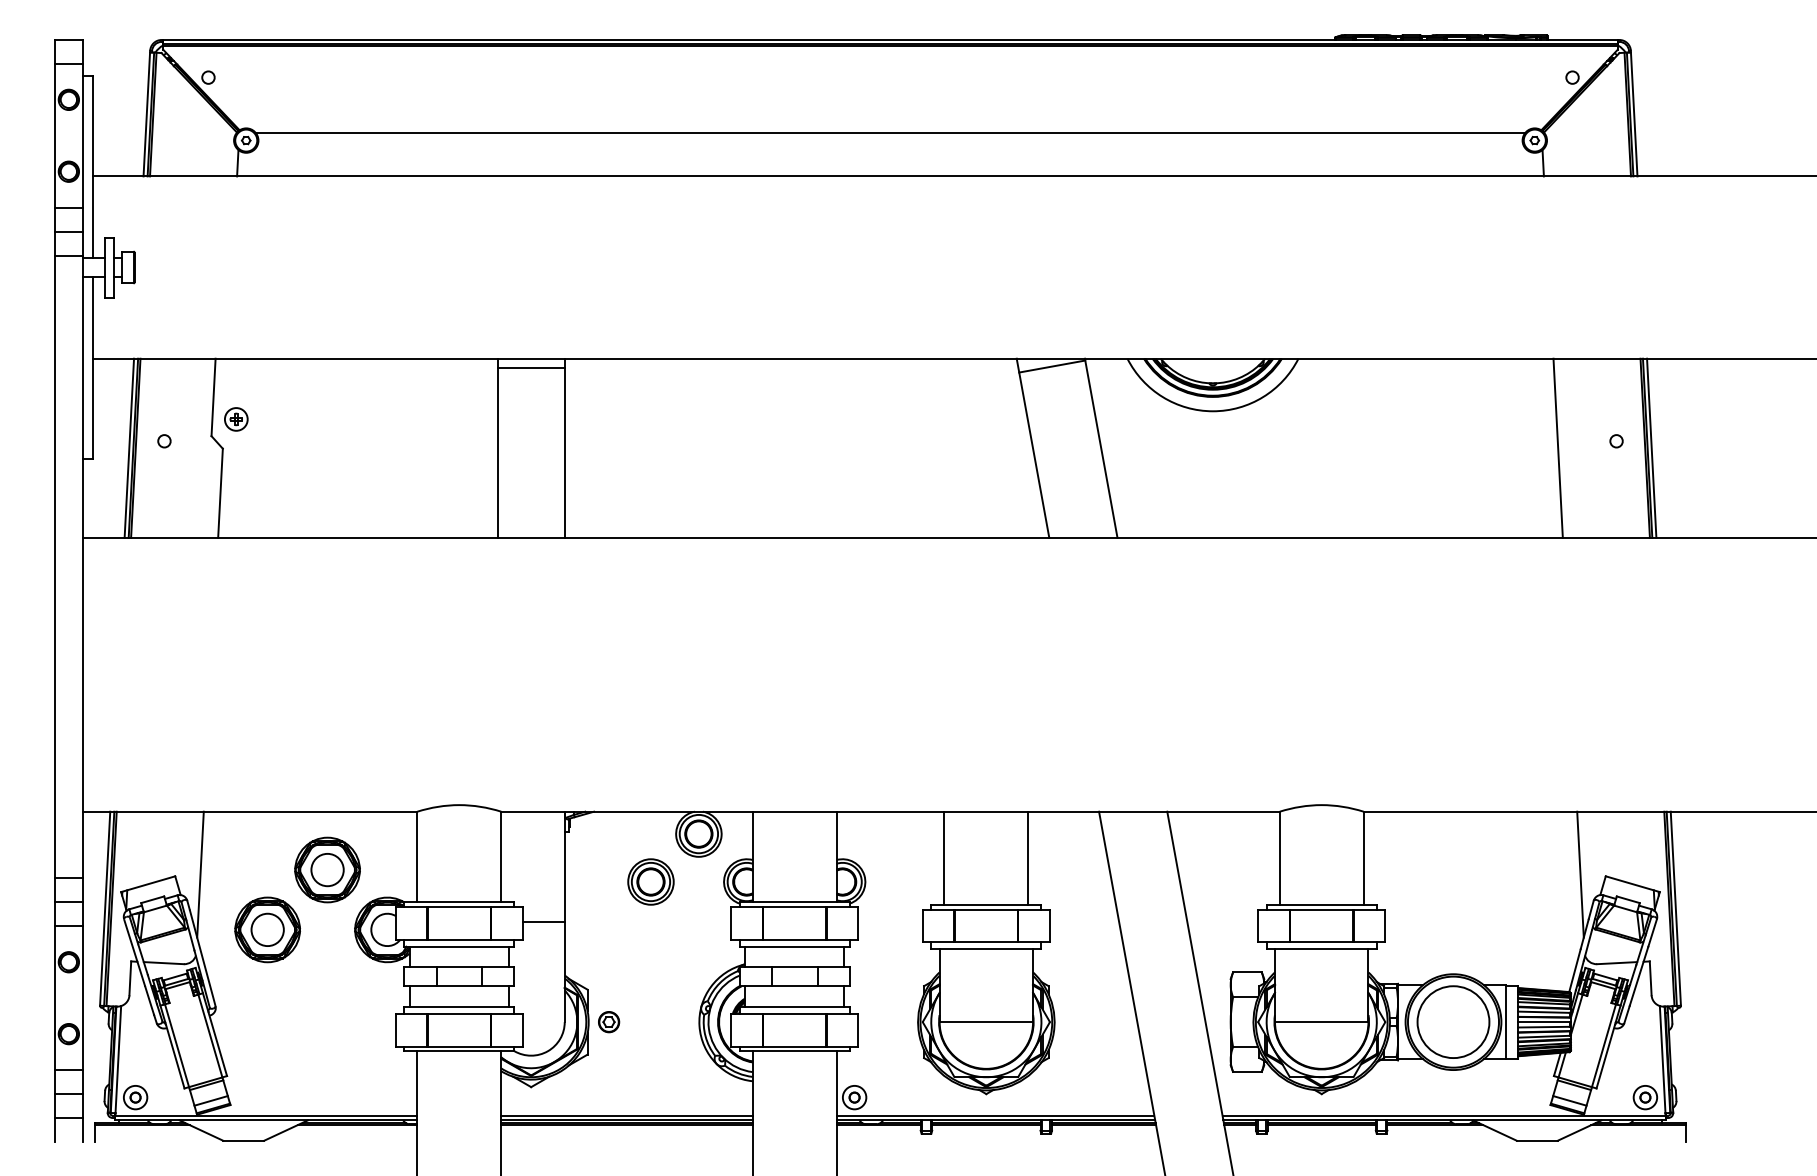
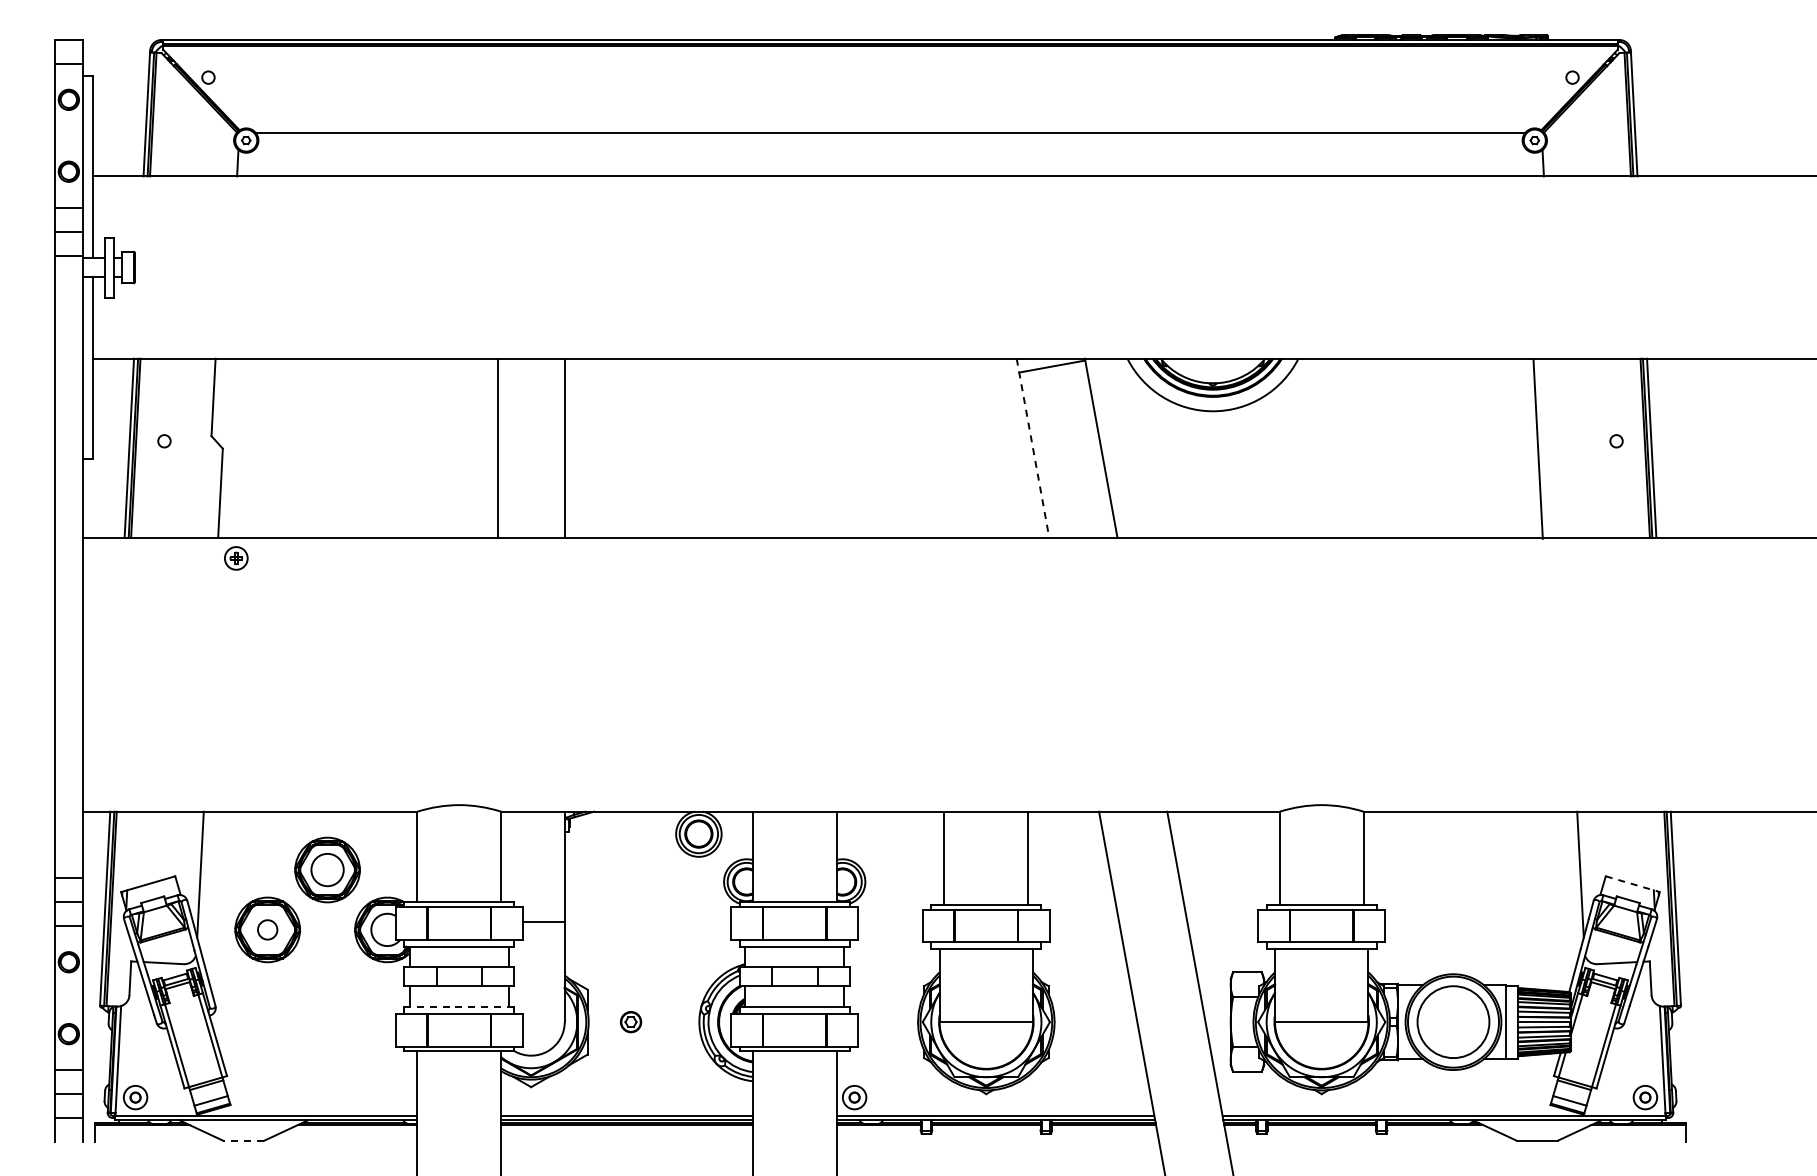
line at (530, 368): present -> none
part at (236, 419) position: (236, 419) -> (236, 558)
line at (1557, 447) position: (1557, 447) -> (1537, 448)
line at (1033, 448): solid -> dashed
part at (650, 881): present -> none
line at (1633, 884): solid -> dashed
circle at (267, 929) diameter: 32 px -> 19 px
line at (458, 1007): solid -> dashed
part at (609, 1022) position: (609, 1022) -> (631, 1022)
line at (243, 1140): solid -> dashed
